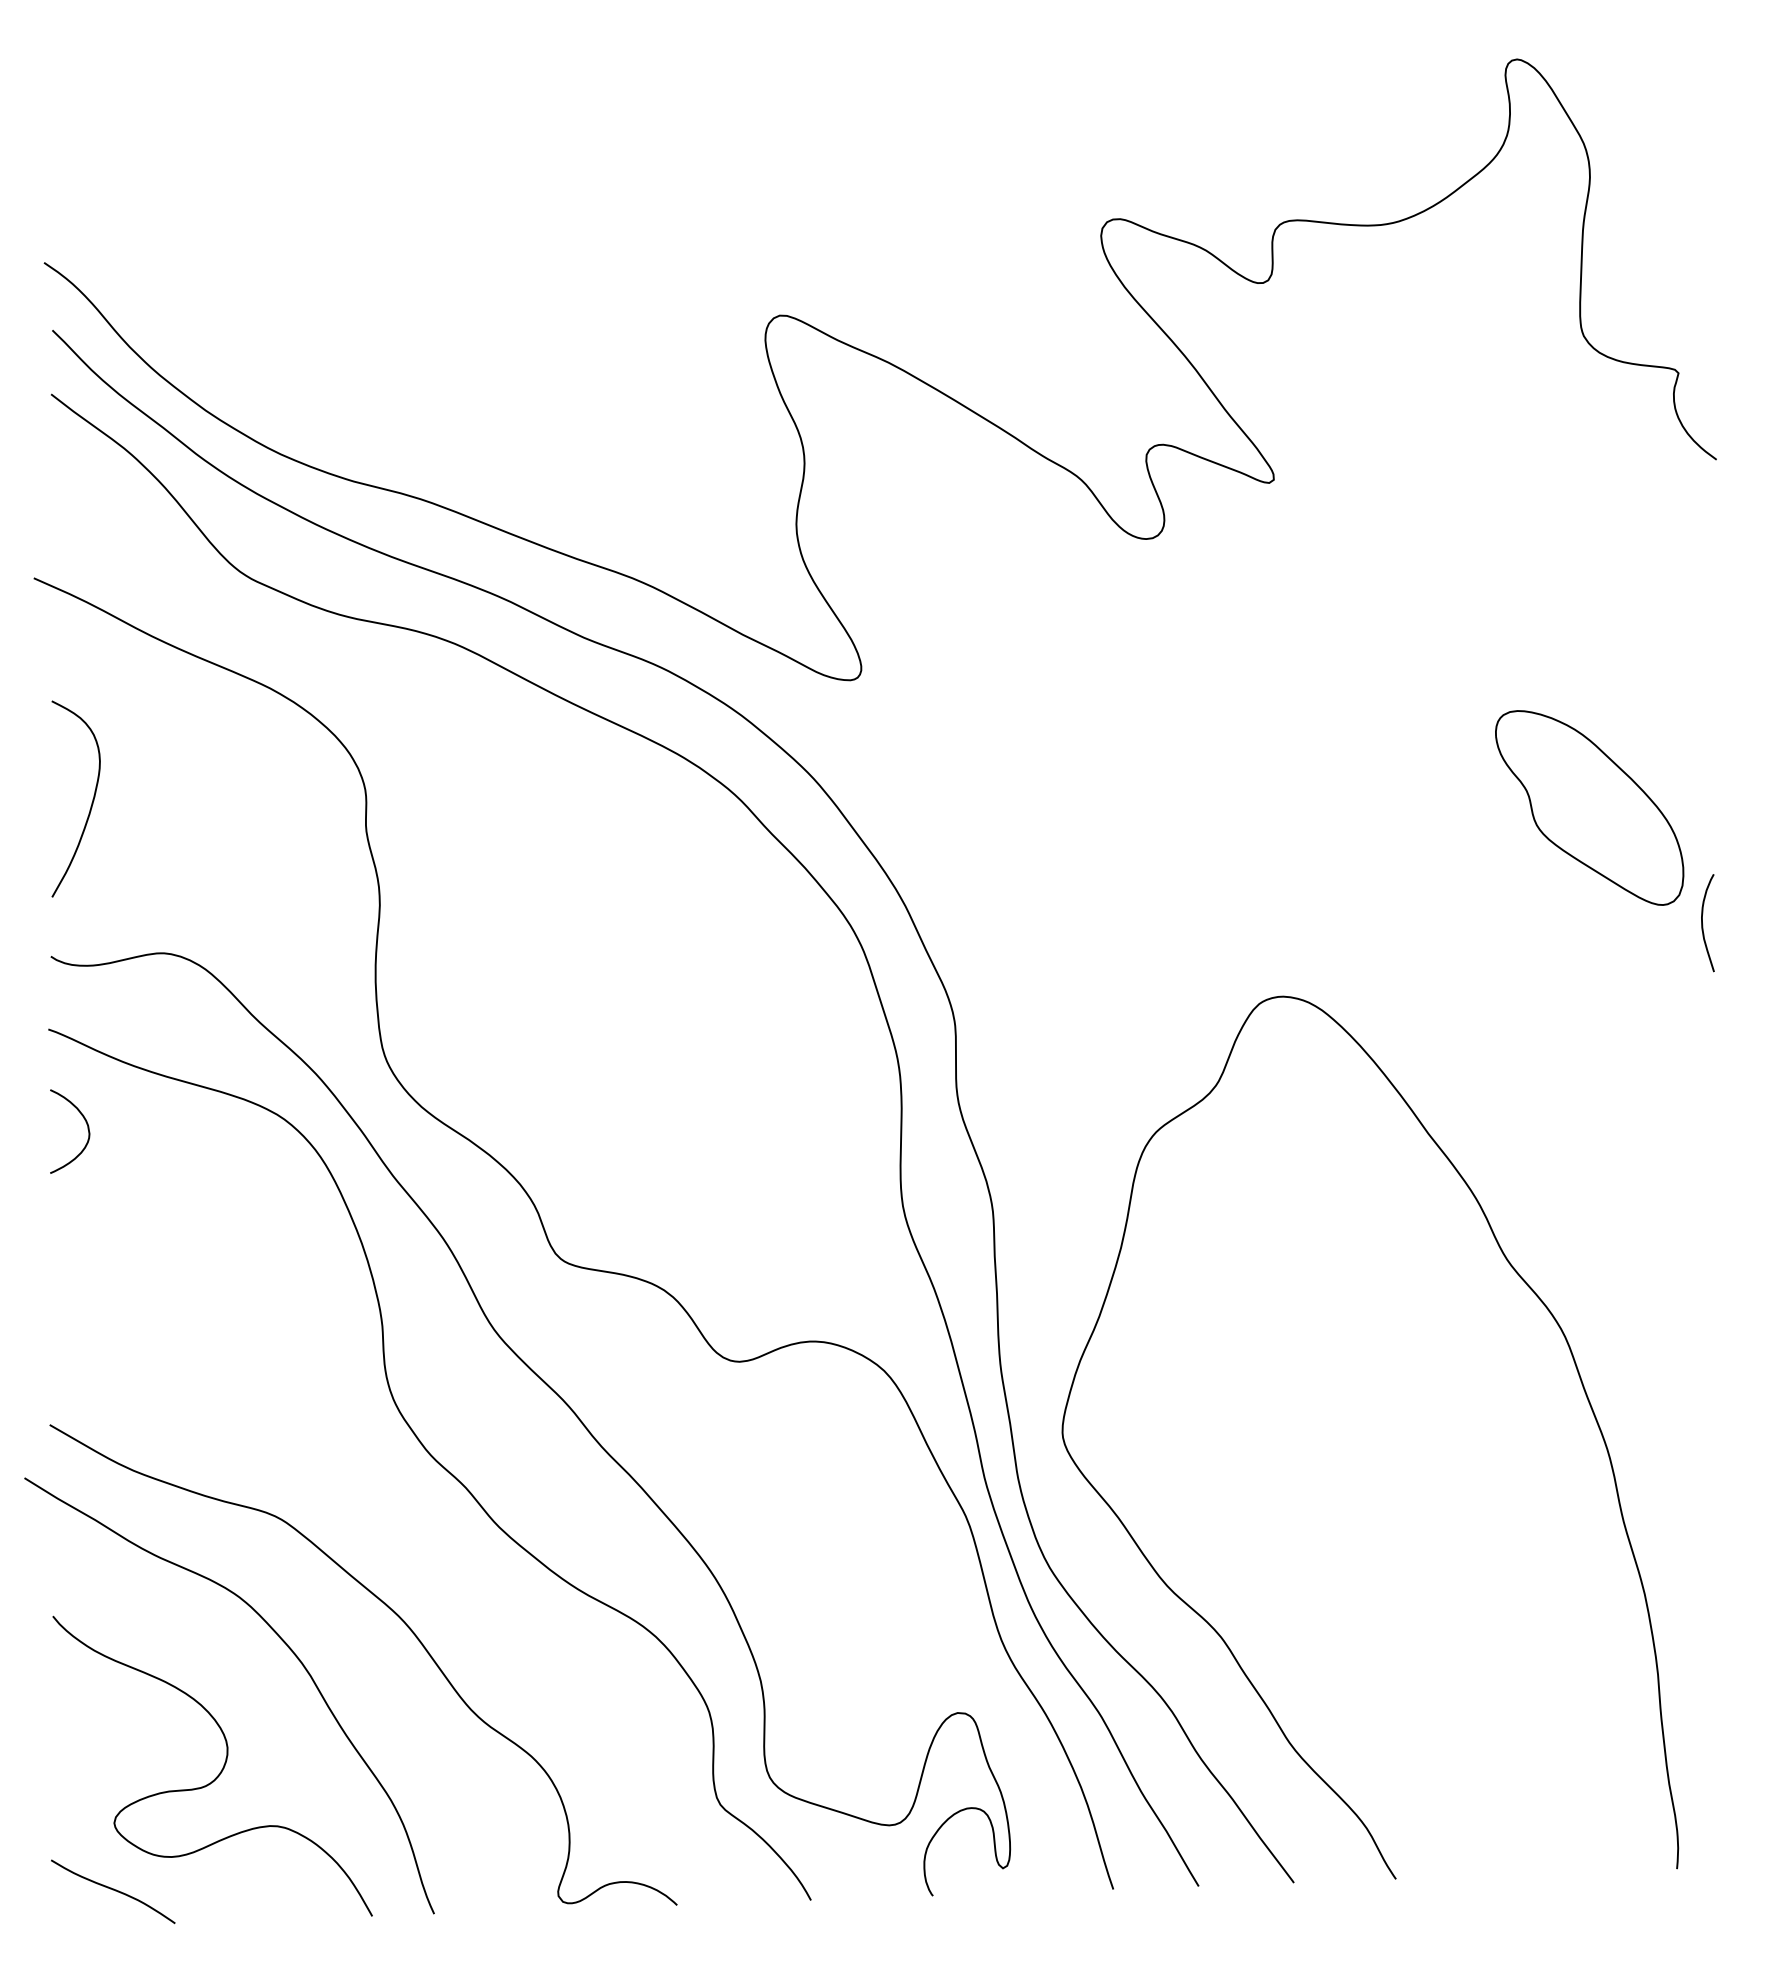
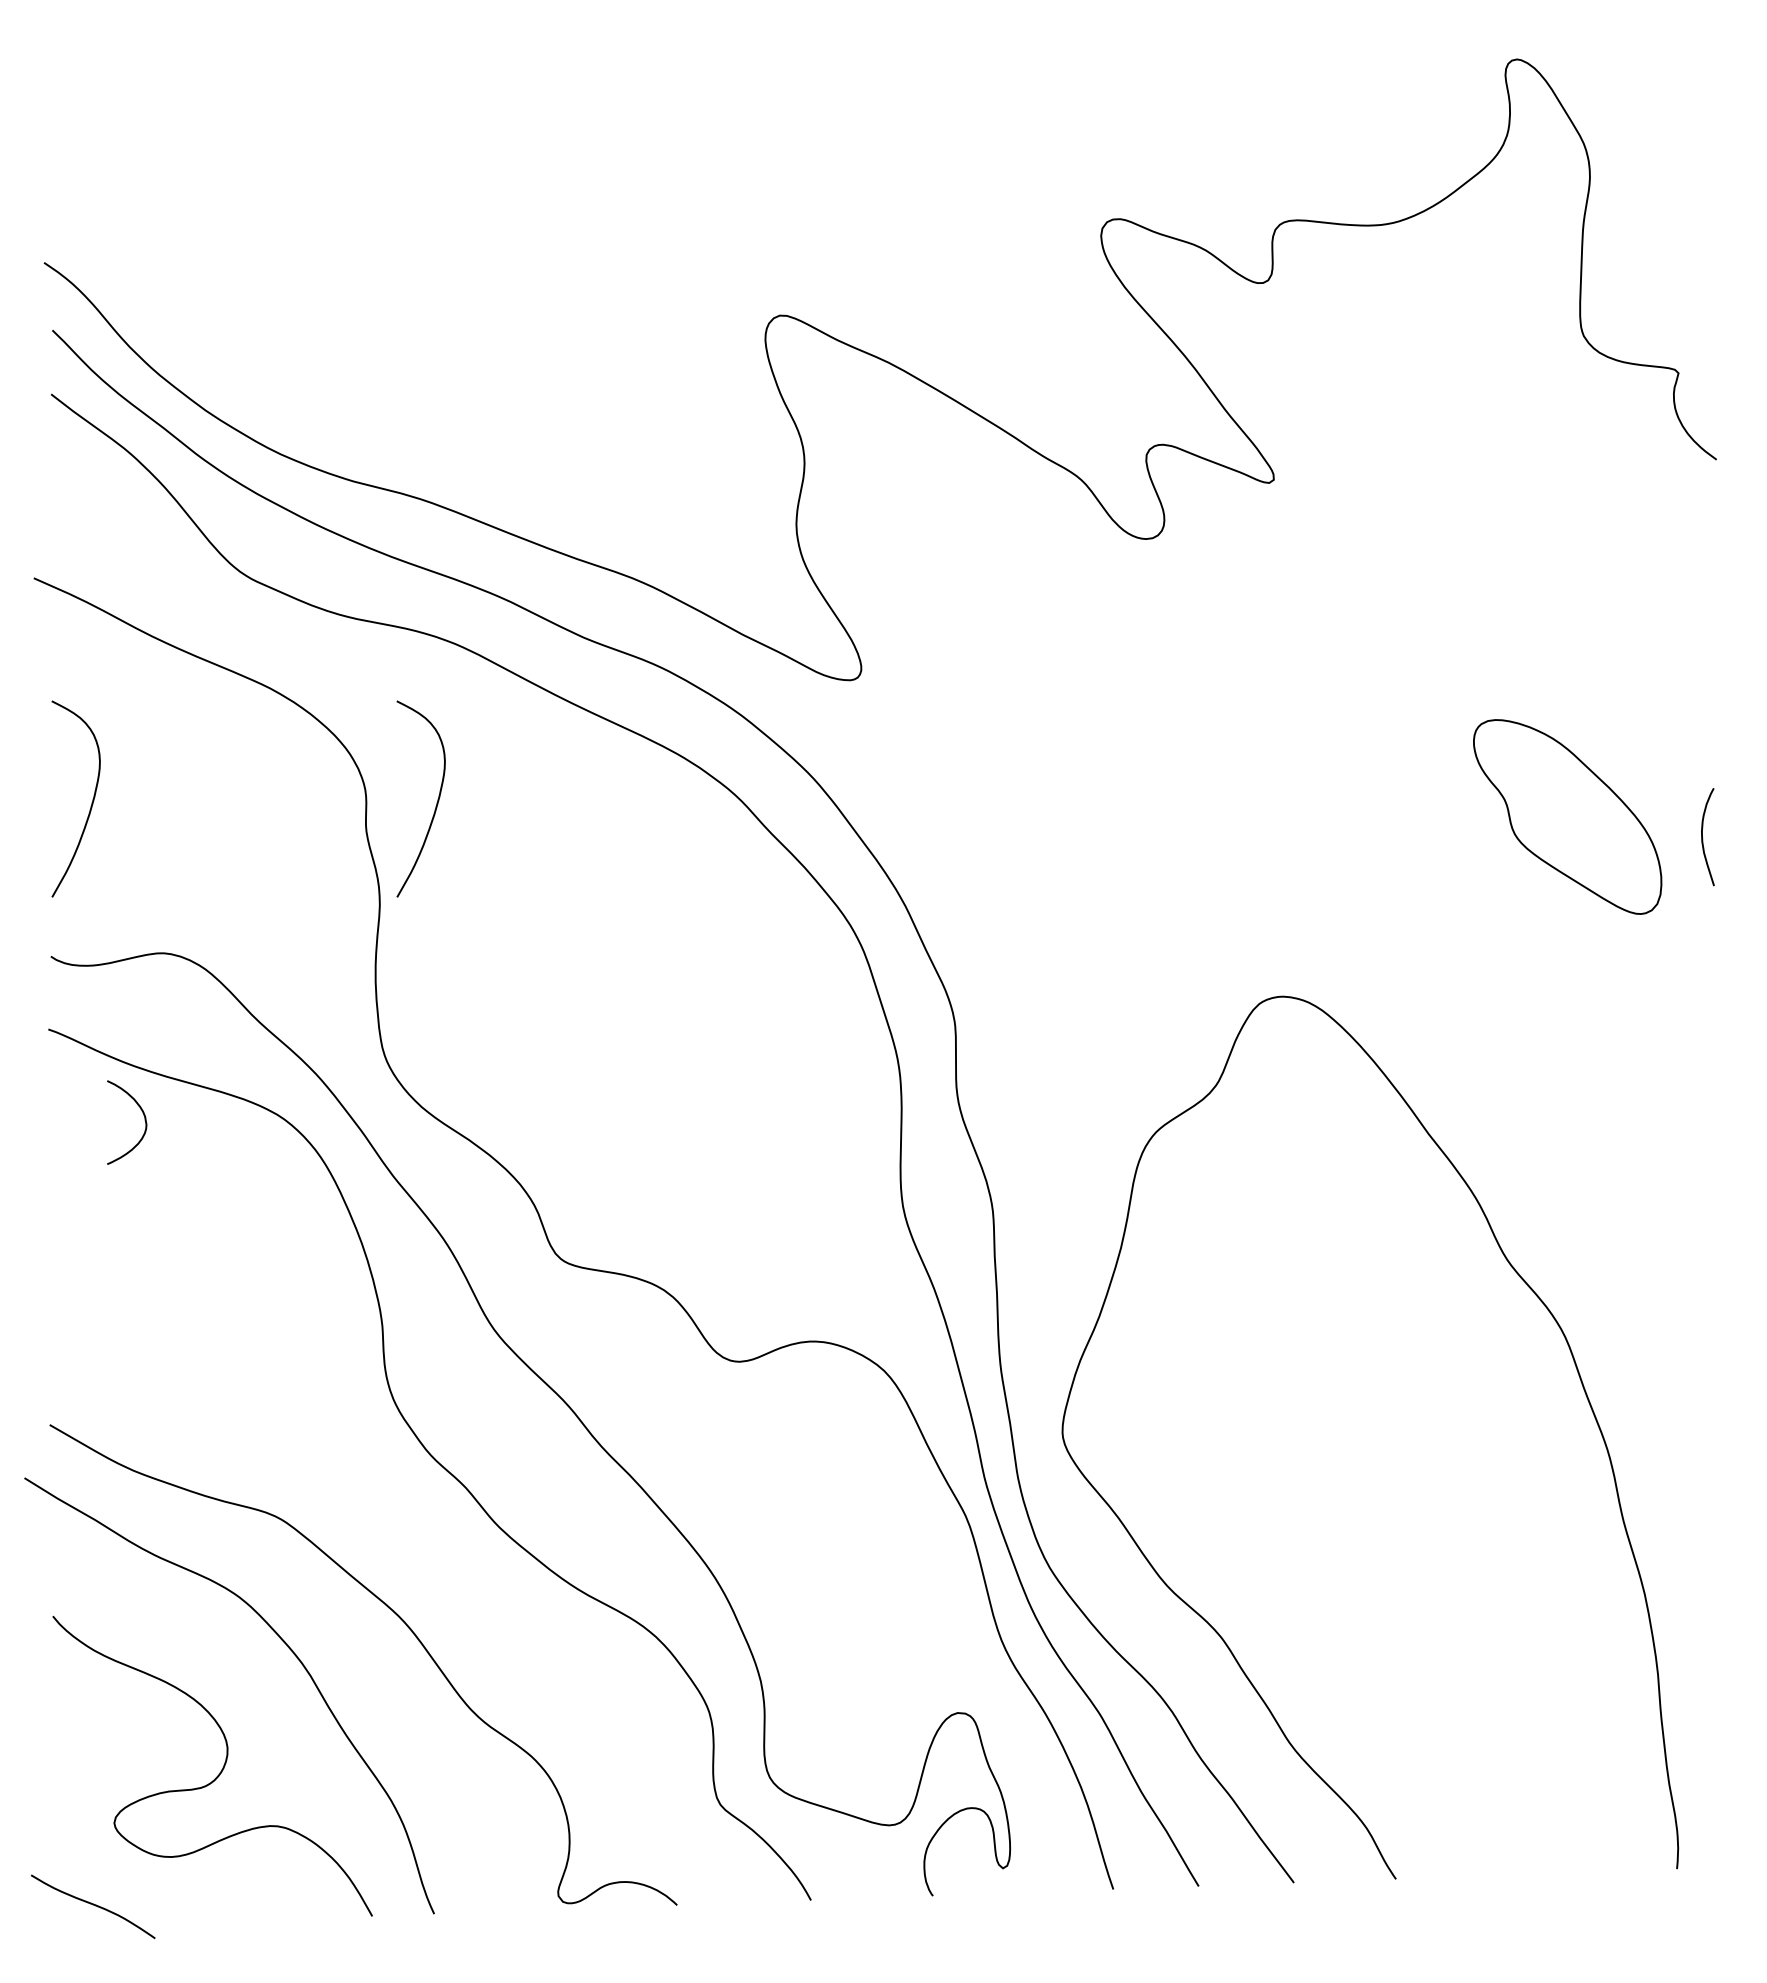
curve at (436, 802): none -> present
part at (1589, 807) position: (1589, 807) -> (1567, 816)
curve at (1703, 924) position: (1703, 924) -> (1703, 838)
curve at (87, 1129) position: (87, 1129) -> (144, 1120)
curve at (113, 1890) position: (113, 1890) -> (93, 1905)
